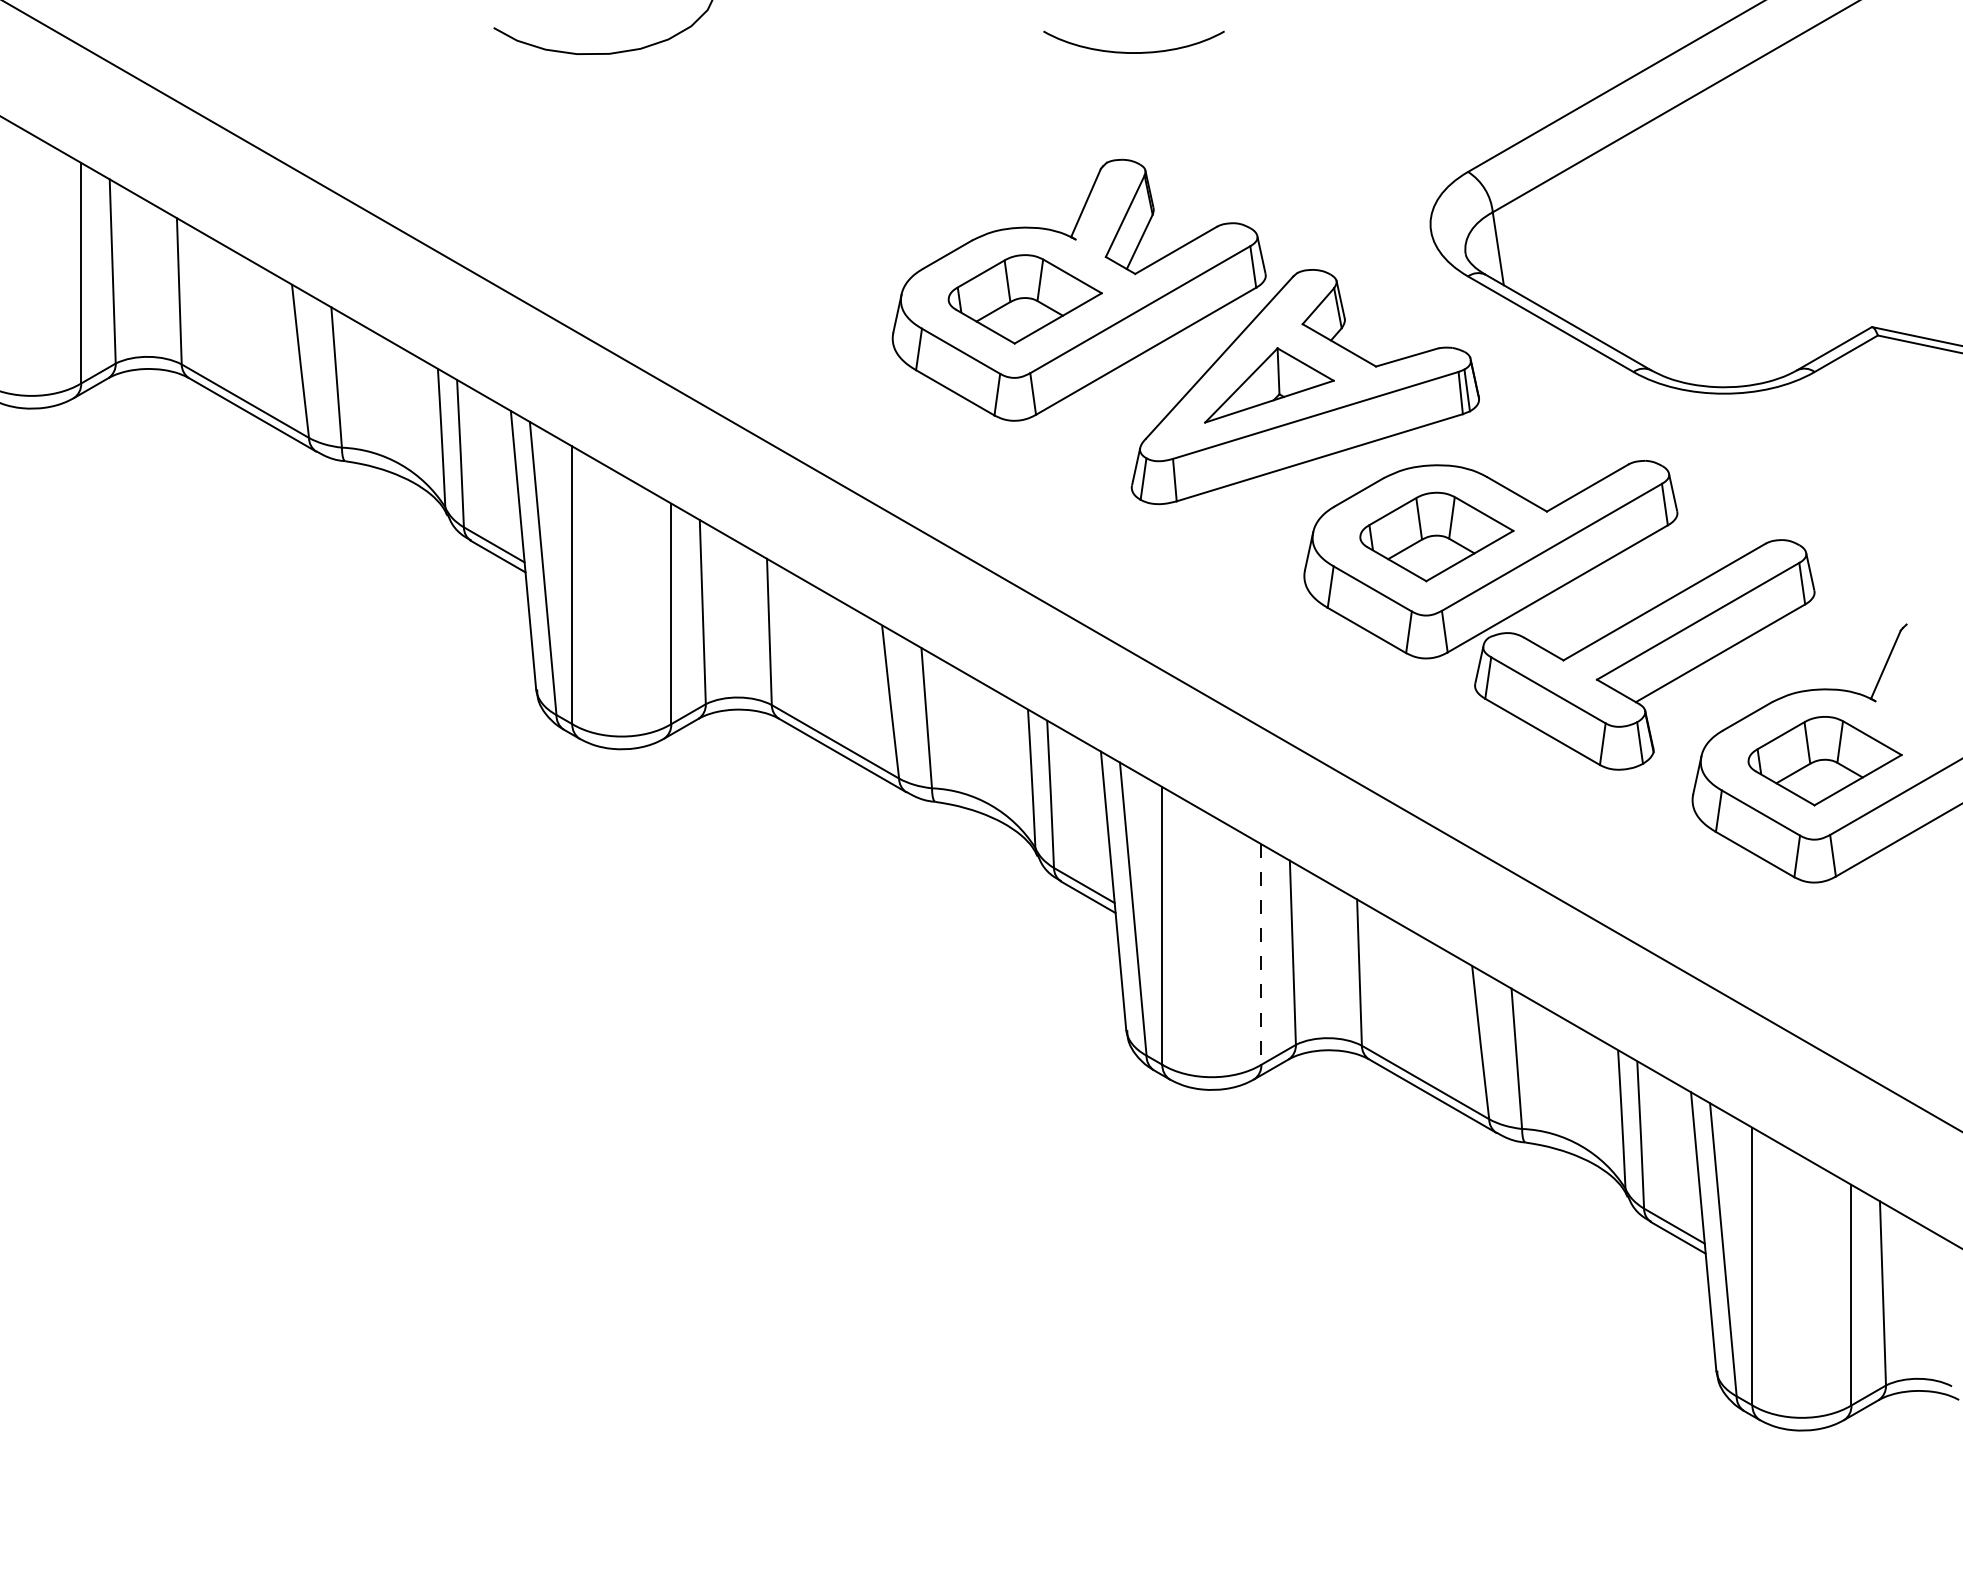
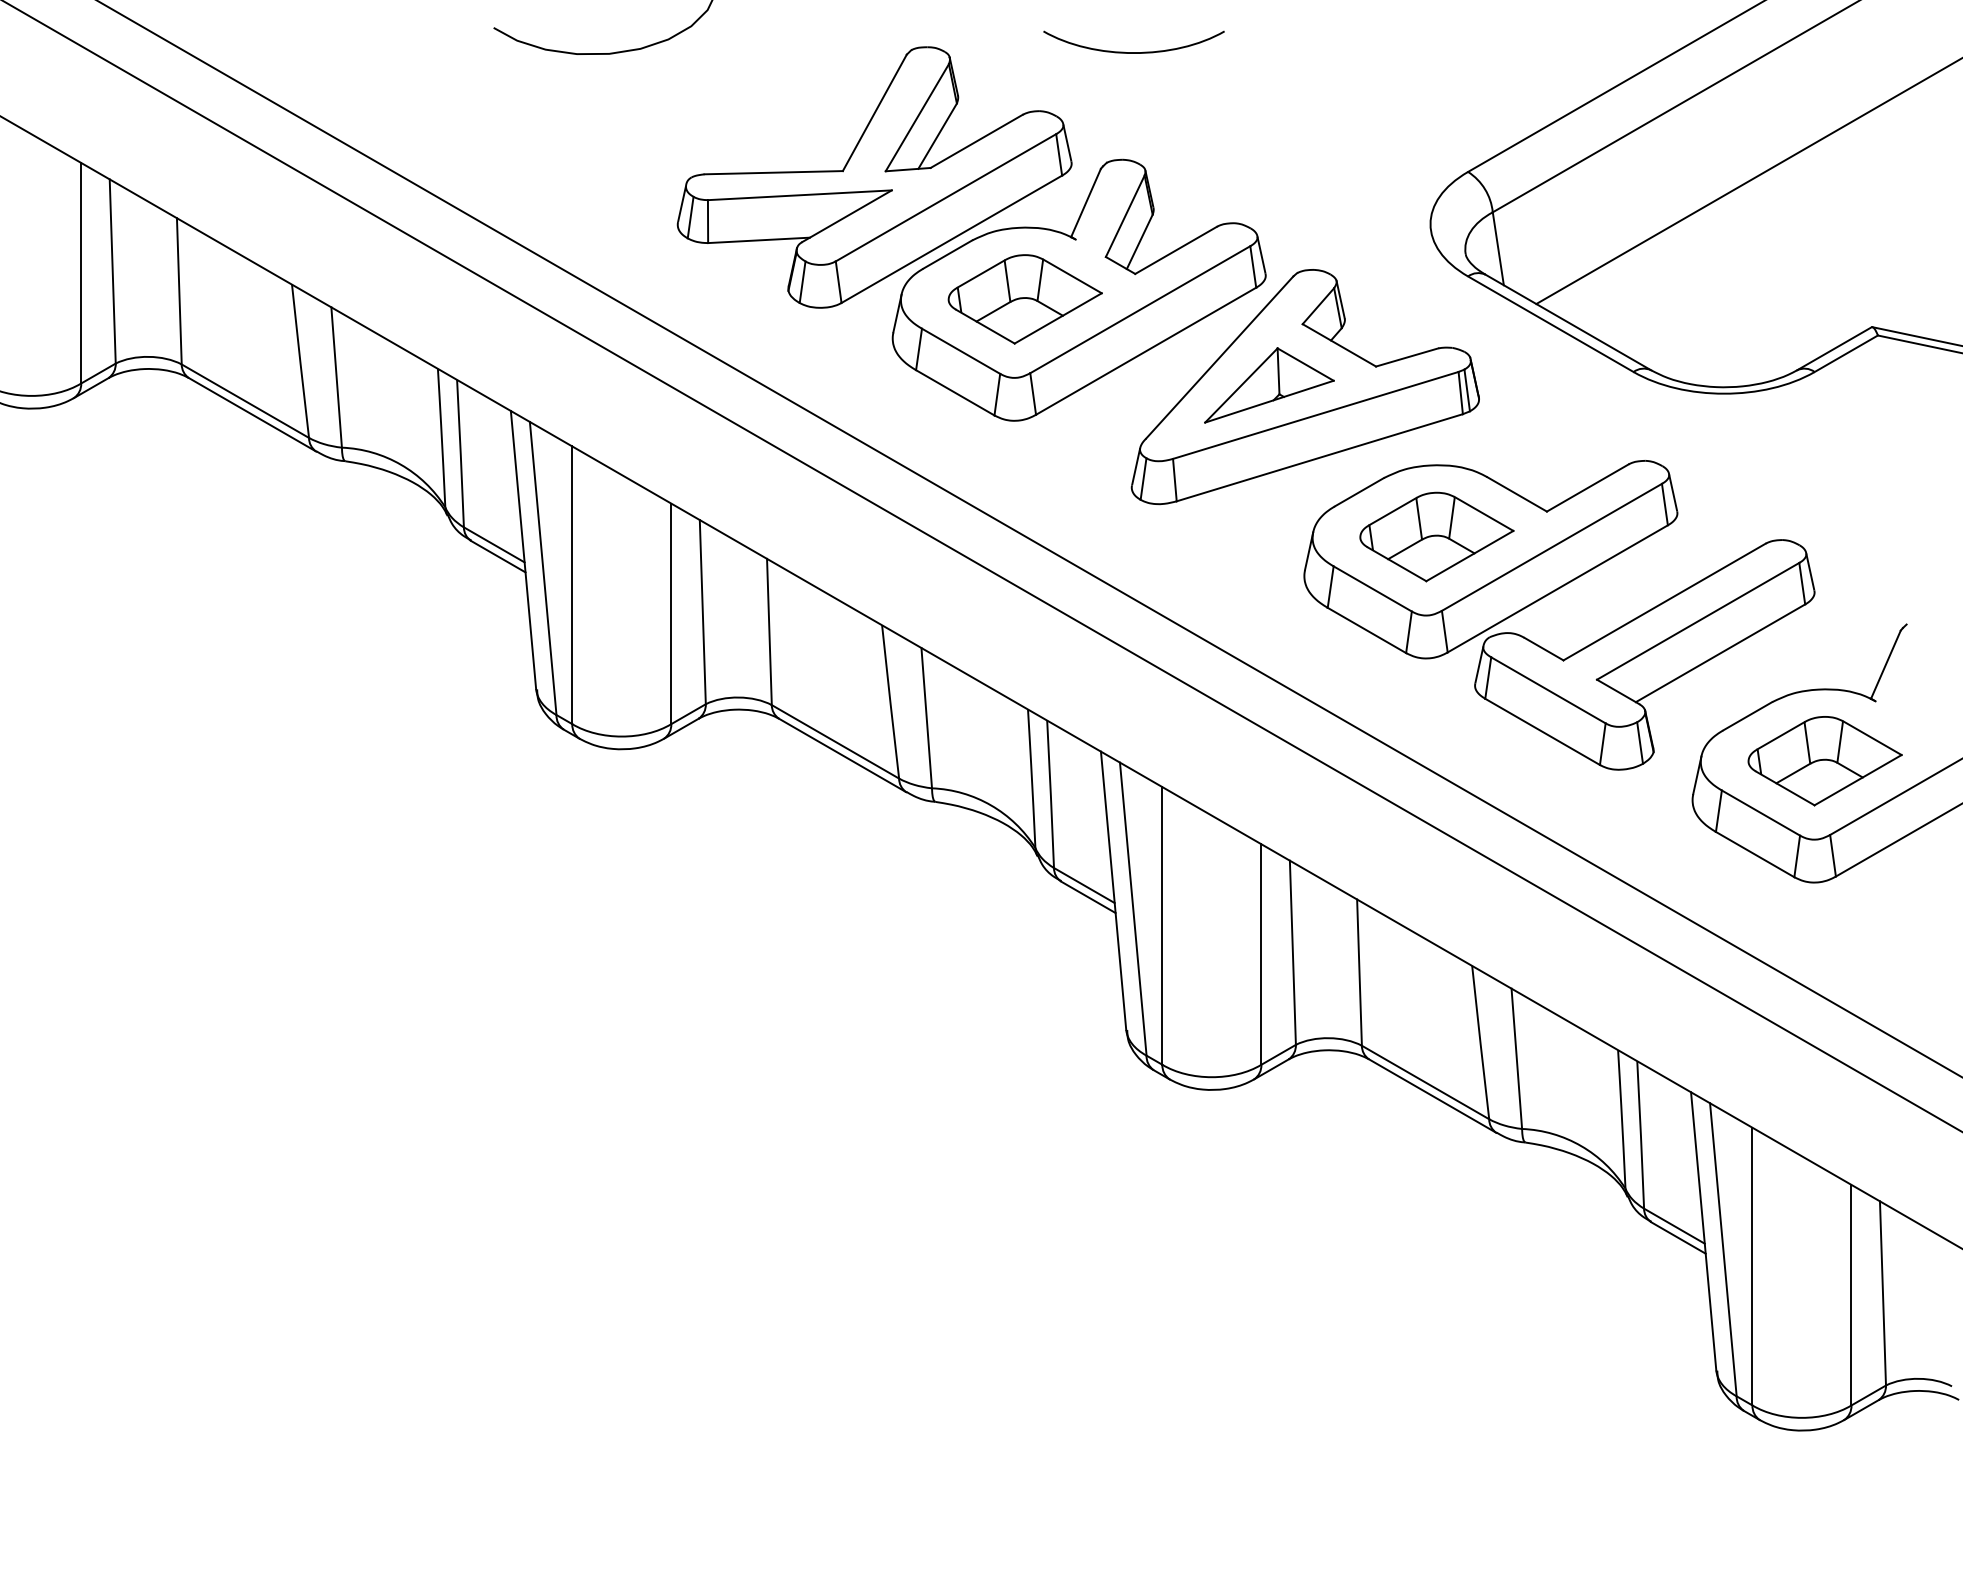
part at (874, 177): none -> present
line at (1747, 181): none -> present
line at (1029, 538): none -> present
line at (1261, 955): dashed -> solid
